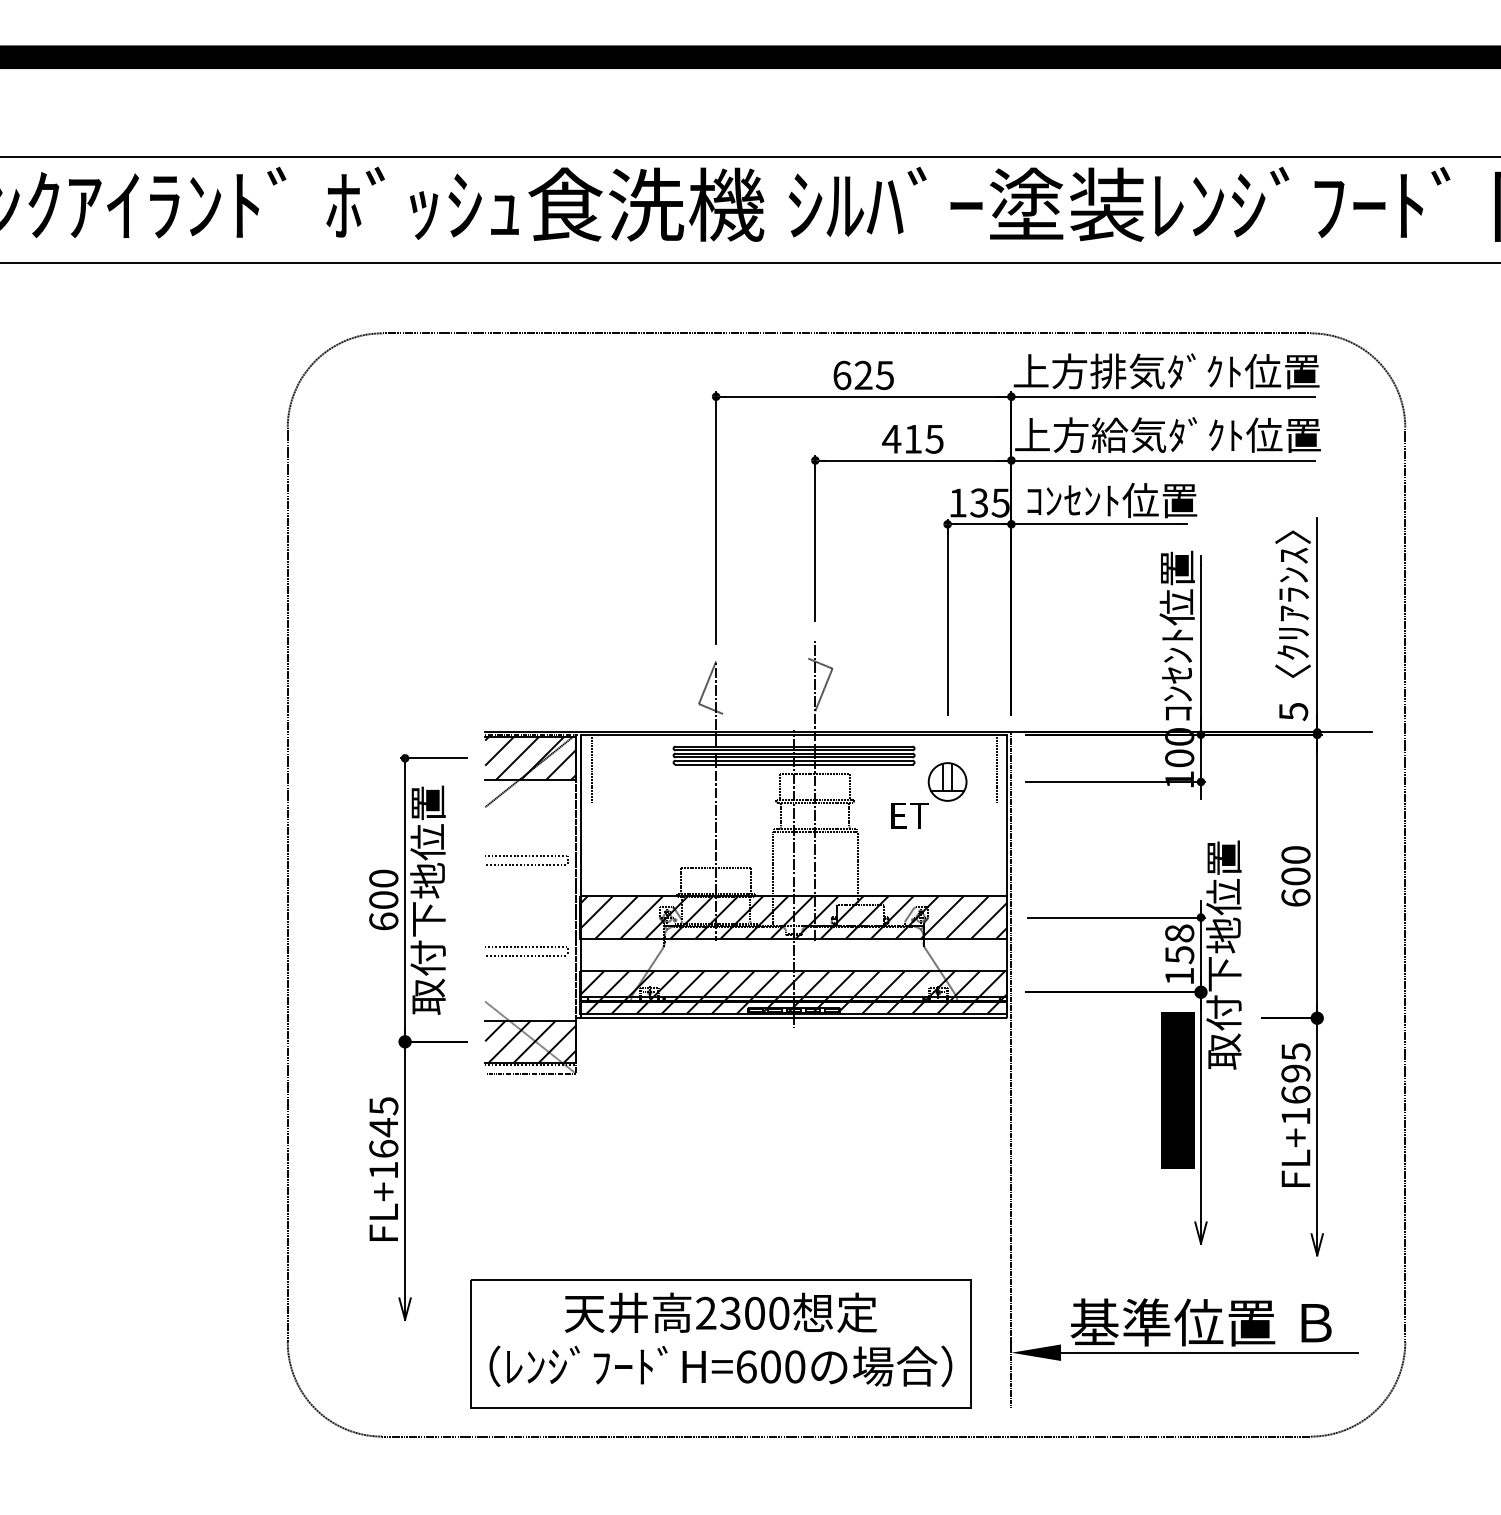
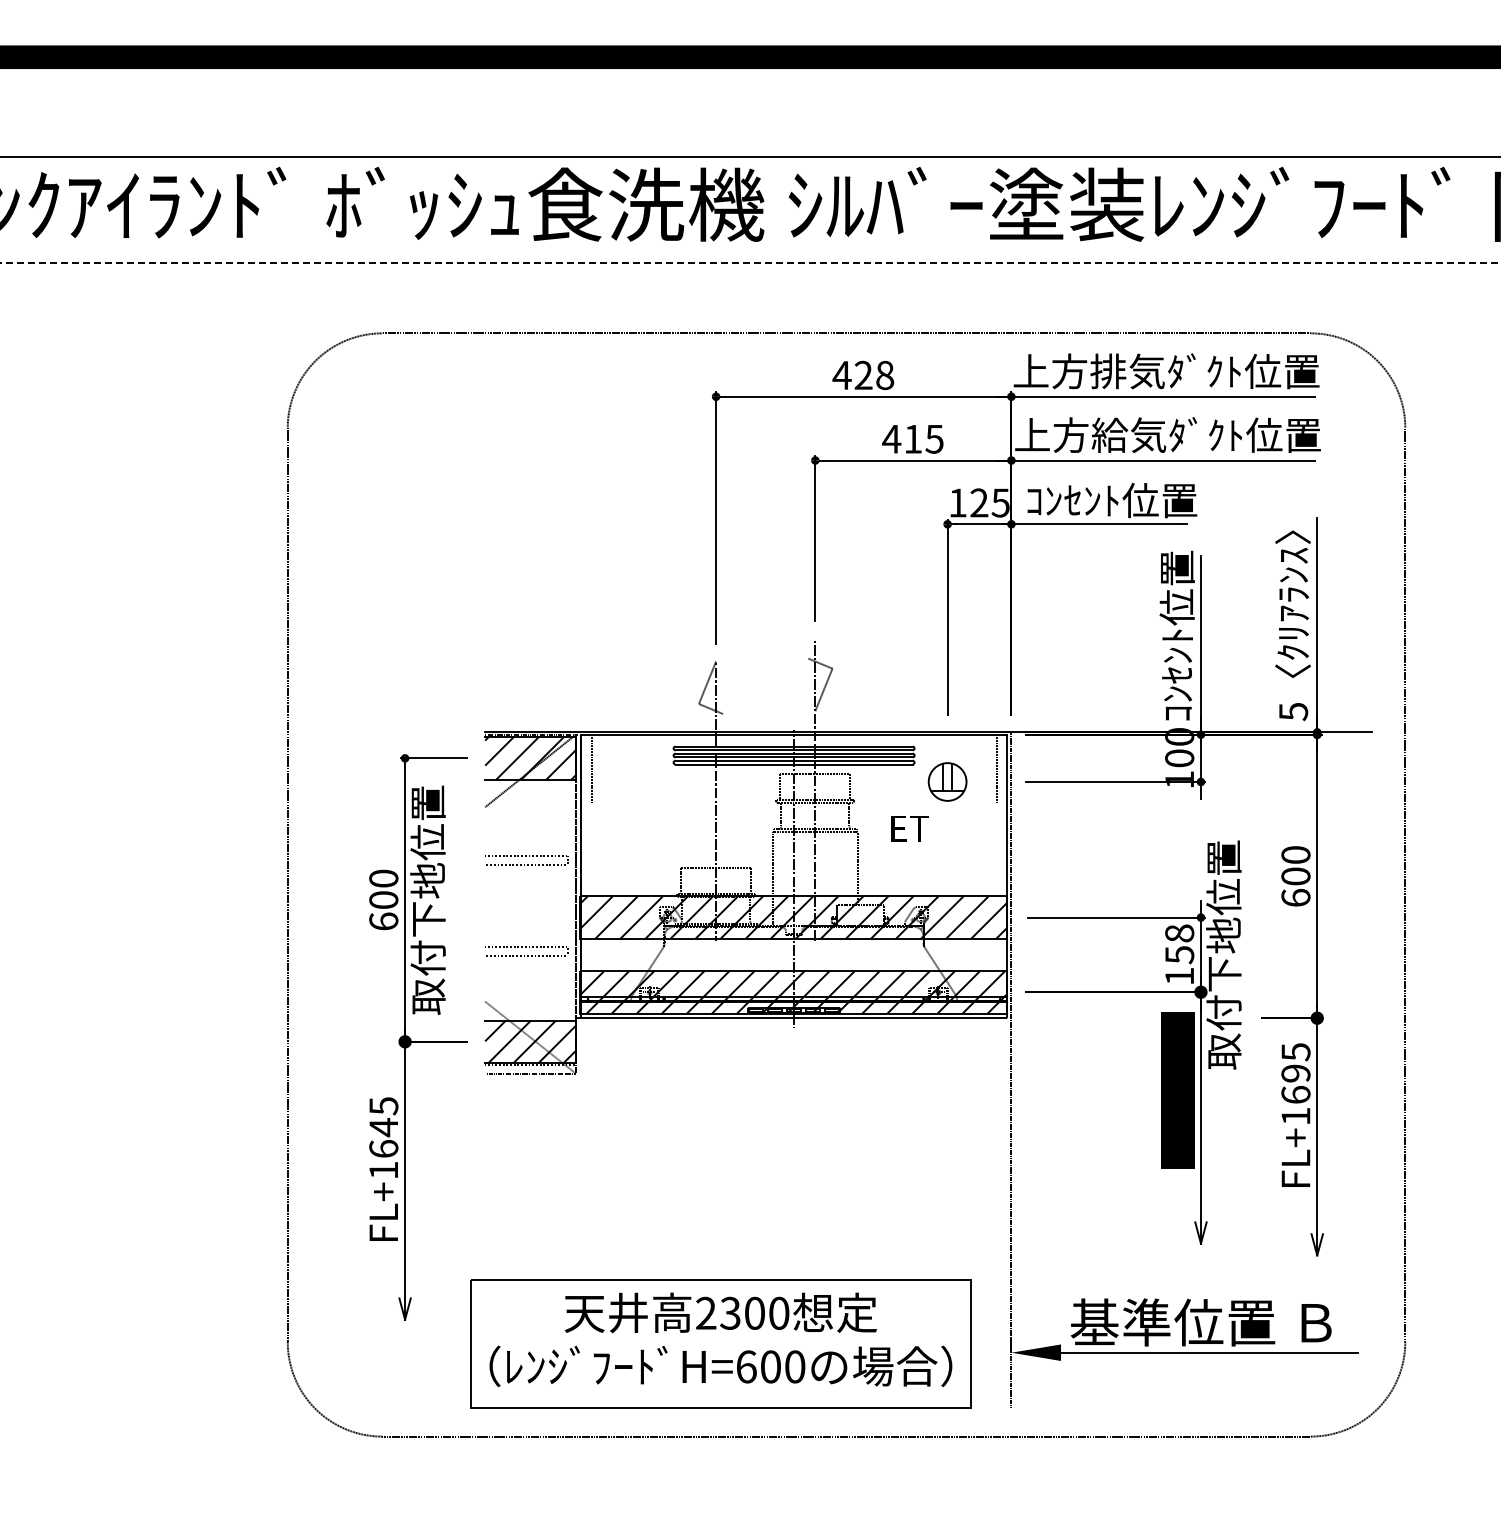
line at (750, 263): solid -> dashed
text at (863, 375): 625 -> 428
text at (979, 502): 135 -> 125
text at (909, 815) position: (909, 815) -> (909, 828)
